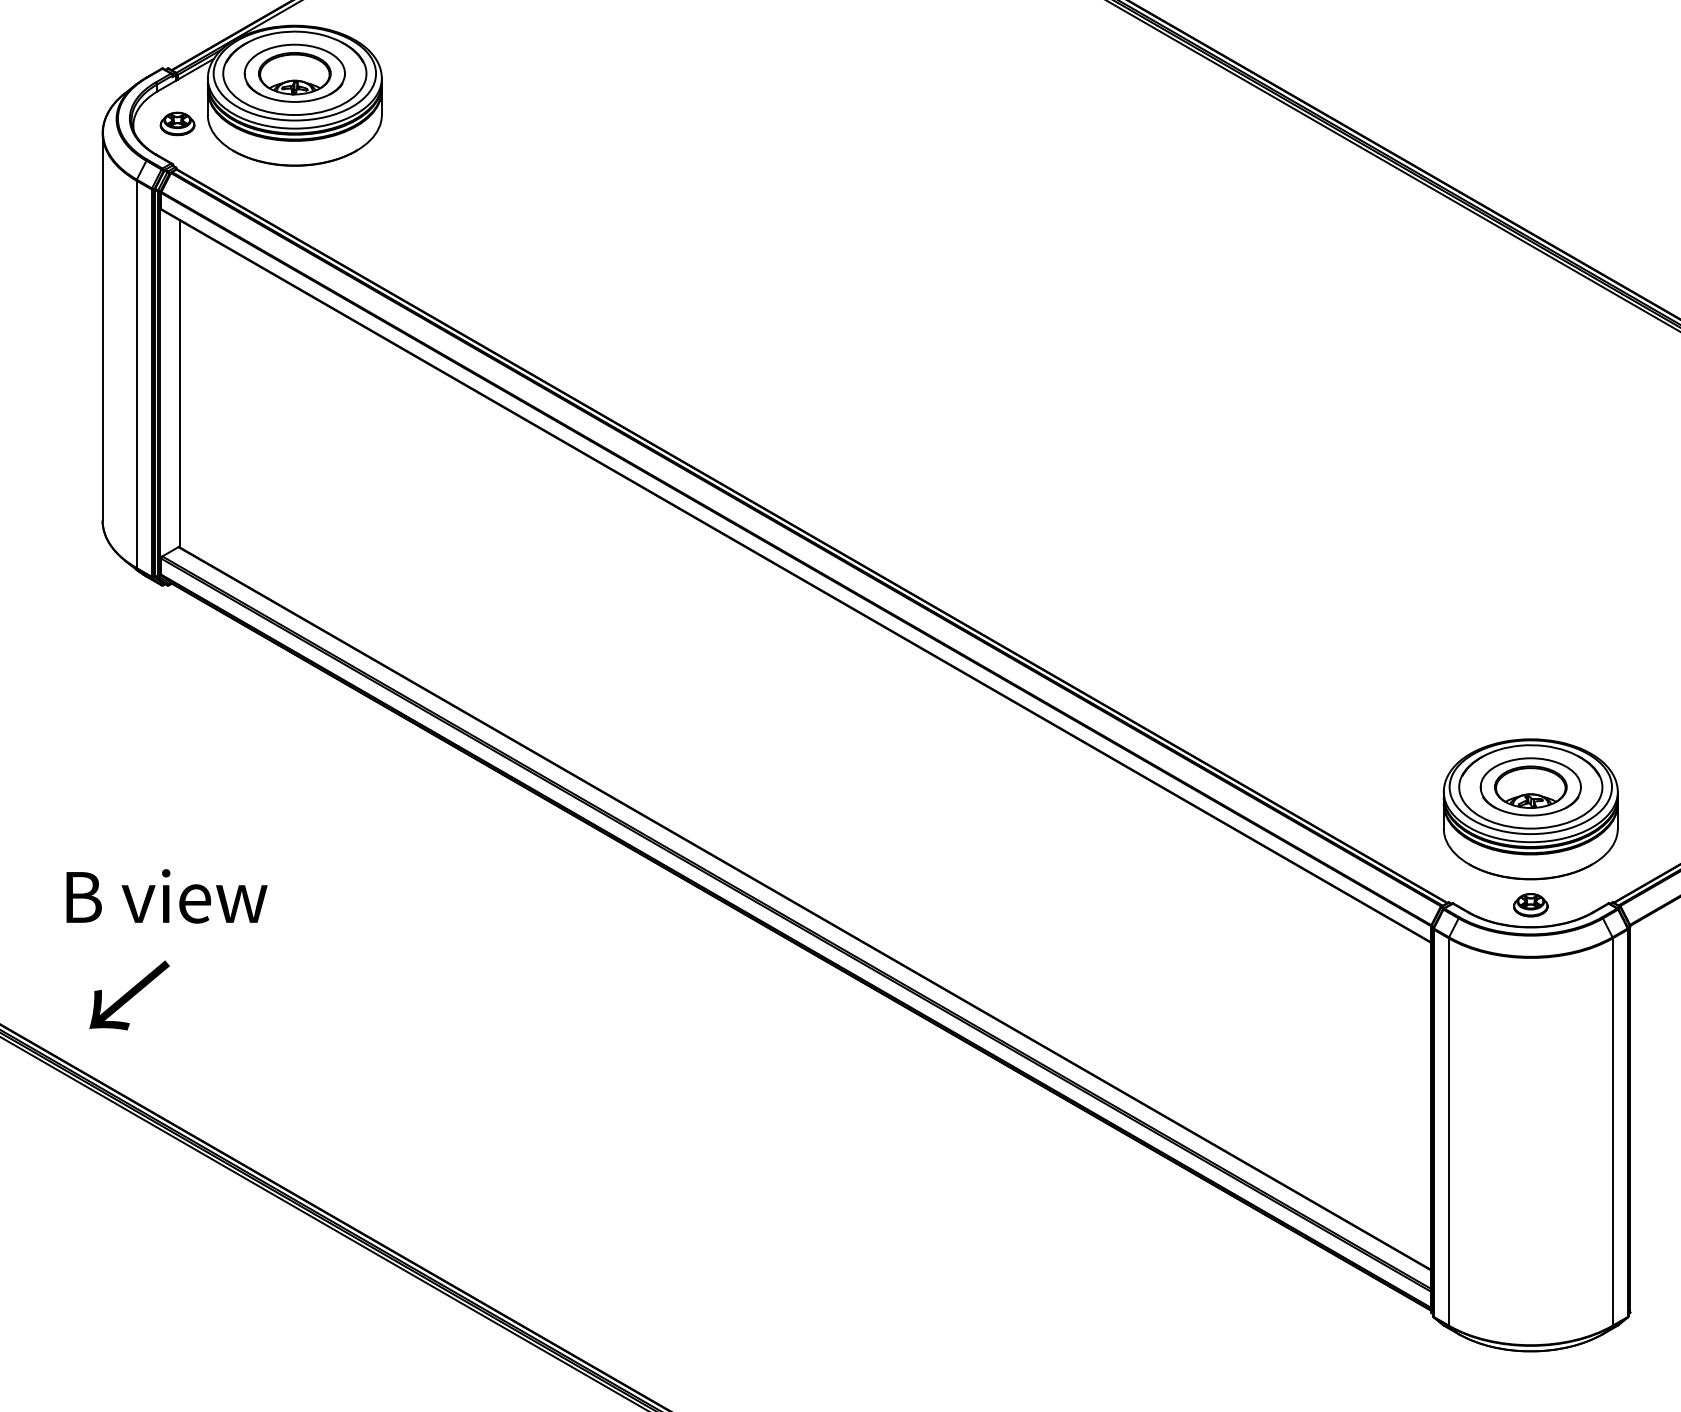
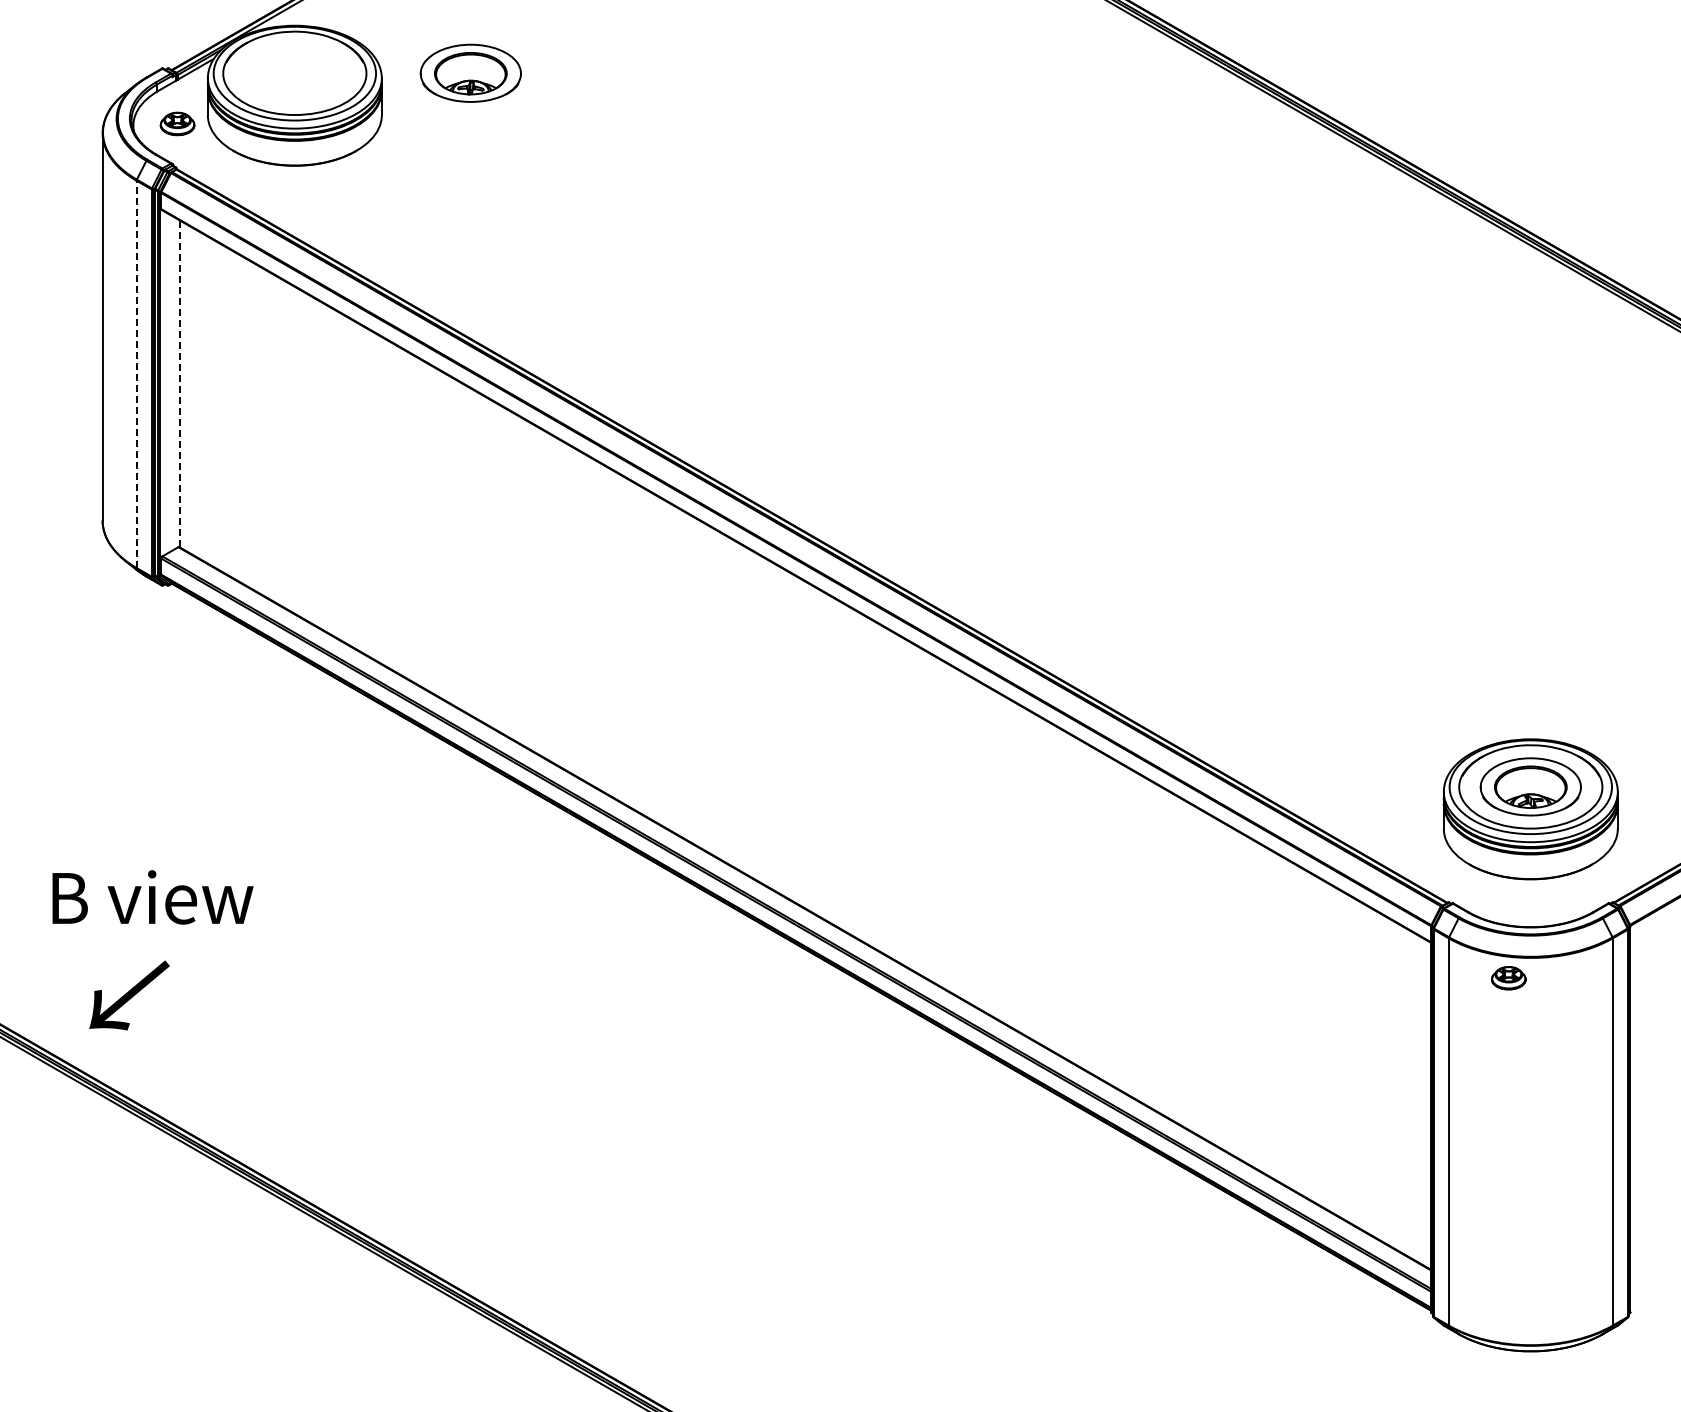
part at (294, 72) position: (294, 72) -> (470, 72)
line at (136, 374): solid -> dashed
line at (179, 383): solid -> dashed
text at (166, 896) position: (166, 896) -> (152, 897)
part at (1530, 905) position: (1530, 905) -> (1508, 978)
